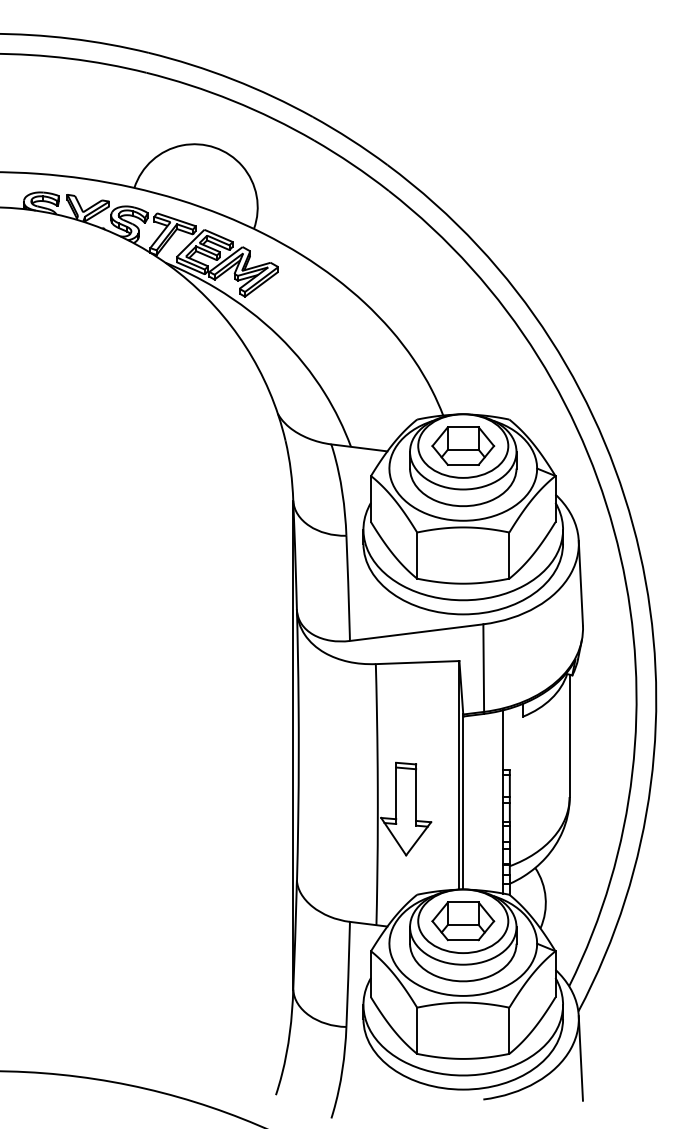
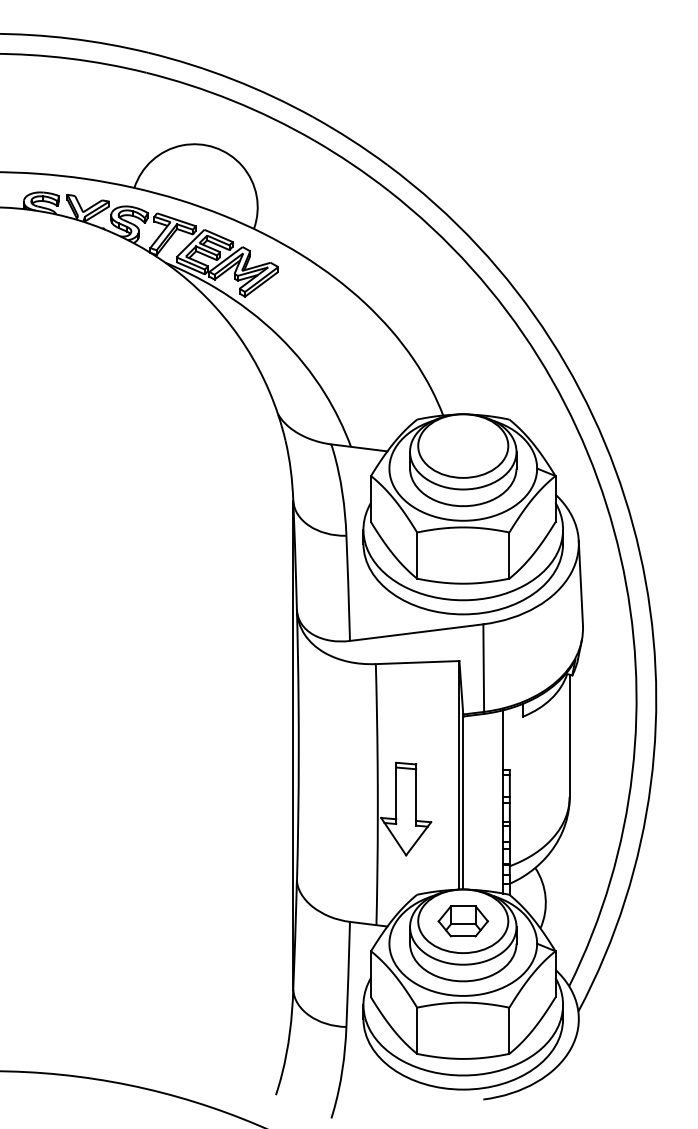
part at (463, 445): present -> none
part at (463, 921) size: 65x41 px -> 53x33 px
line at (580, 1058): present -> none
